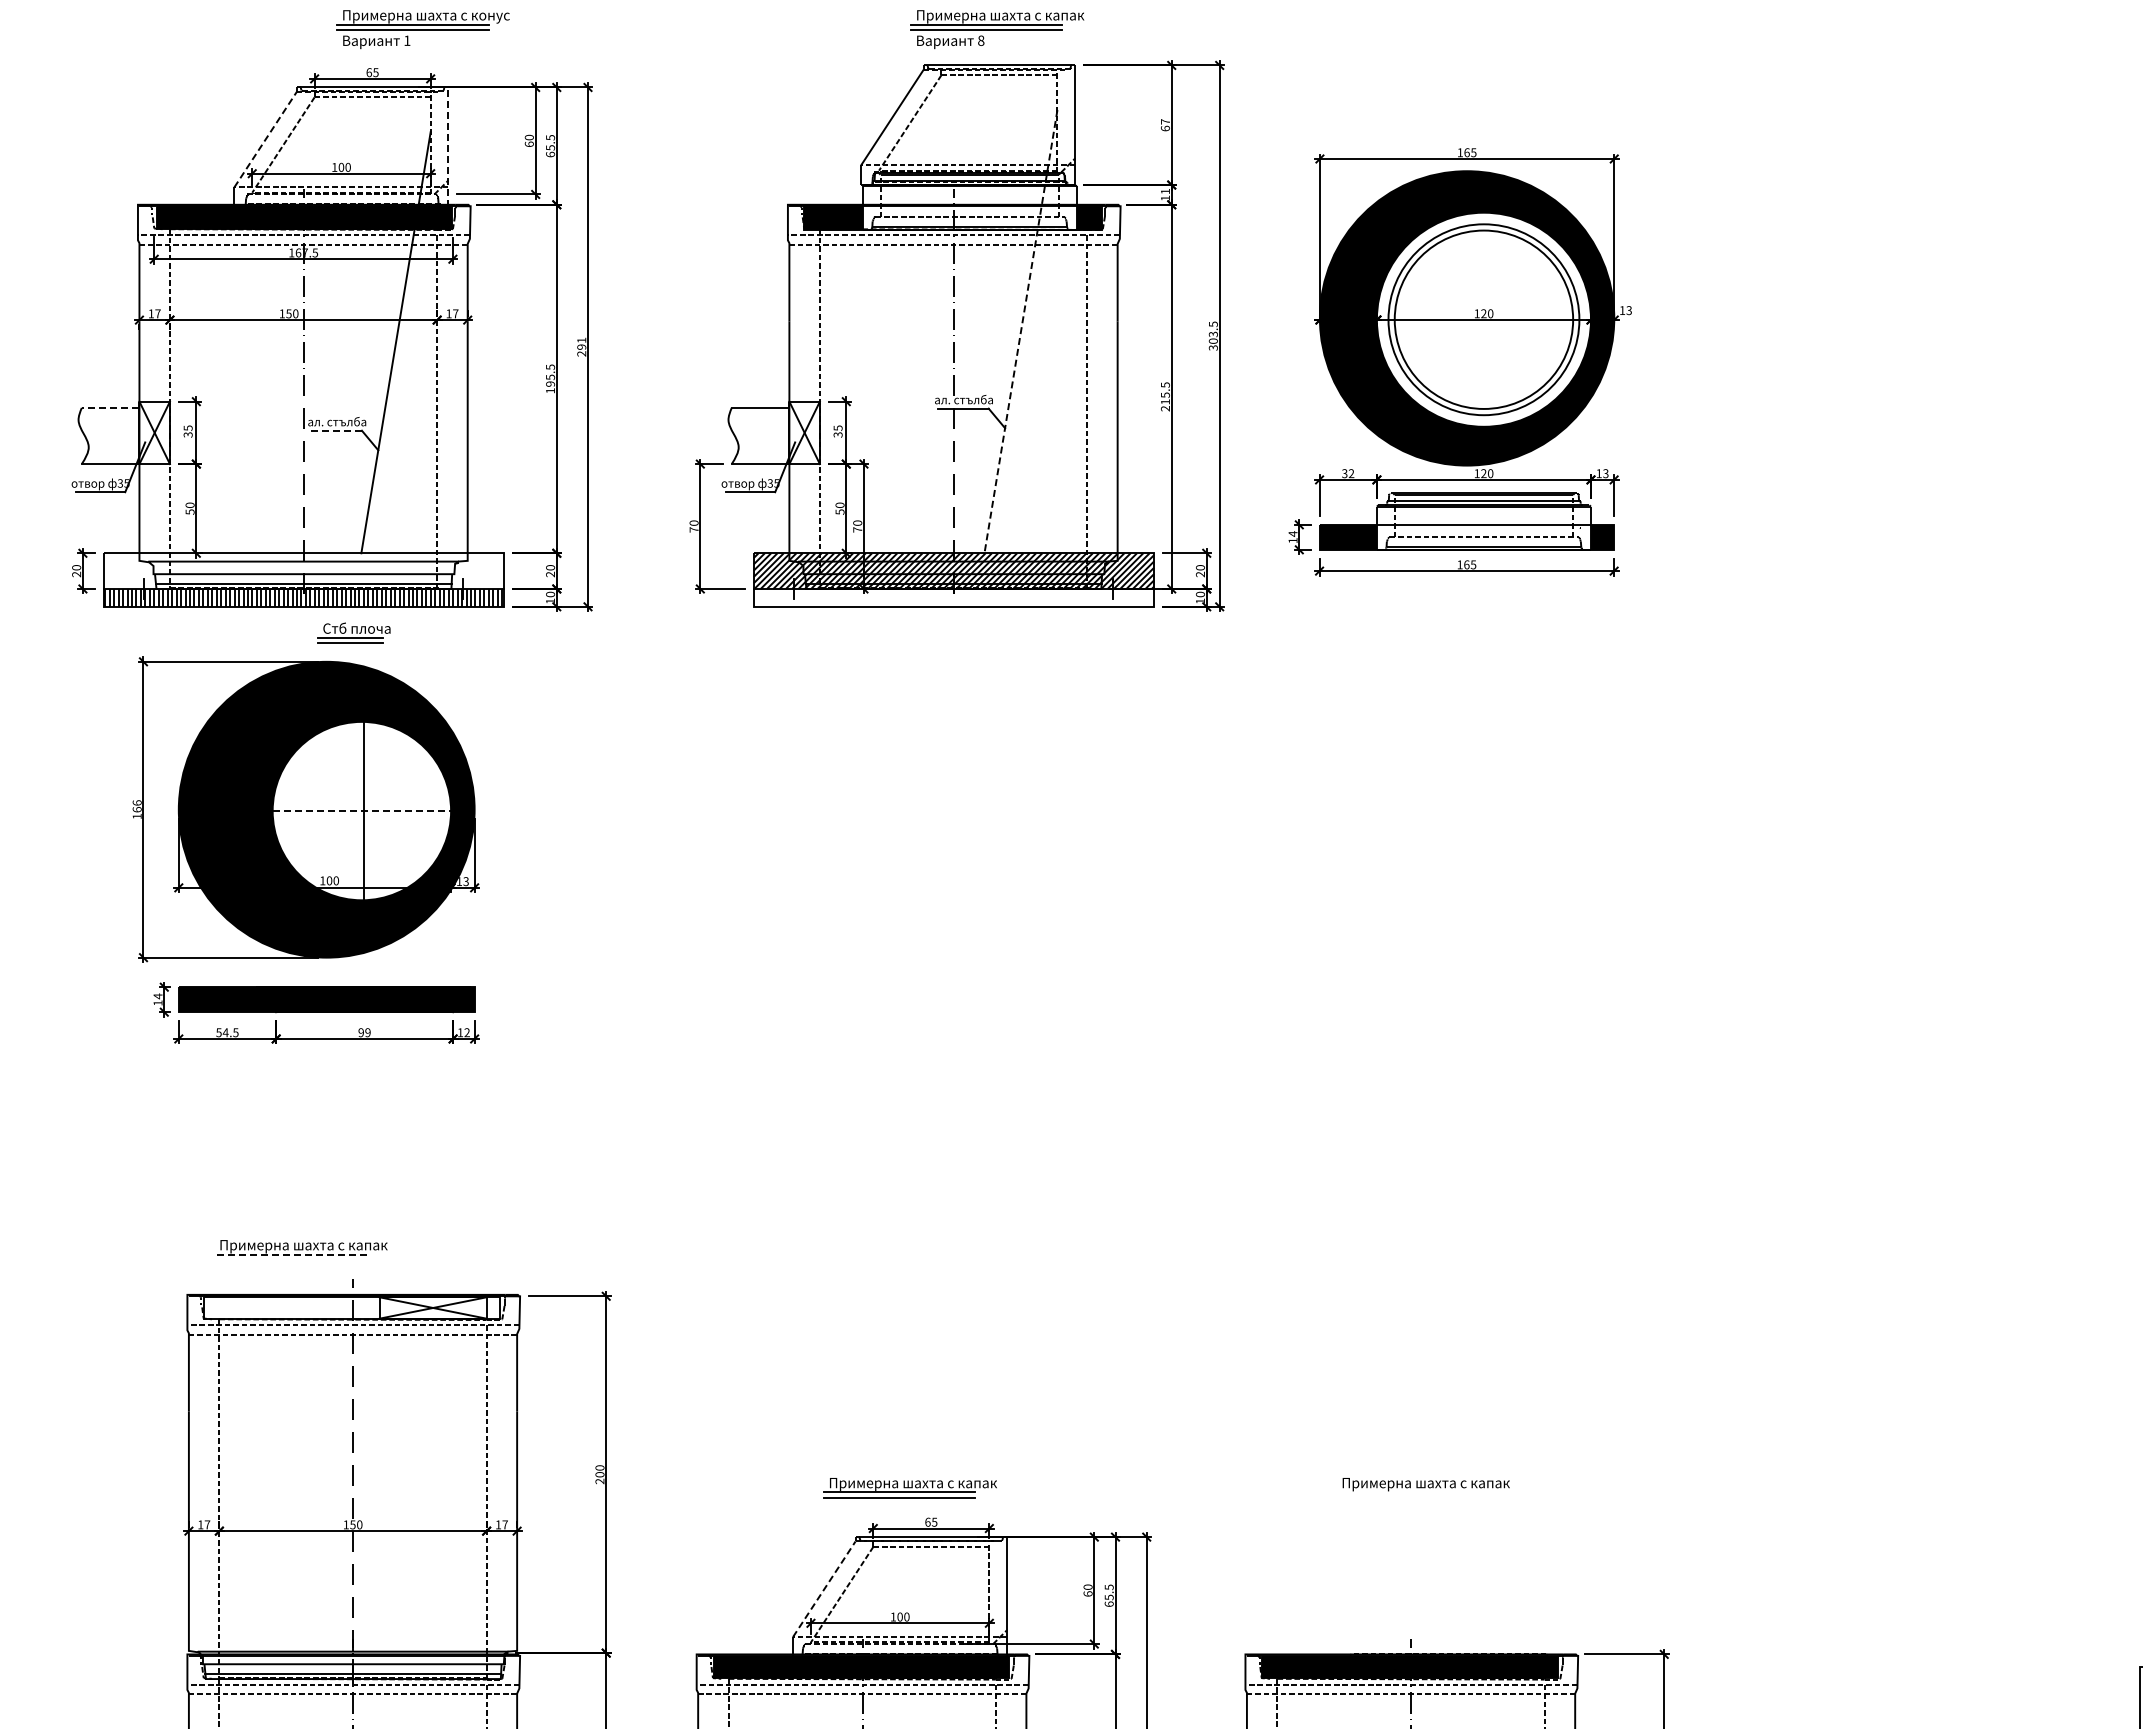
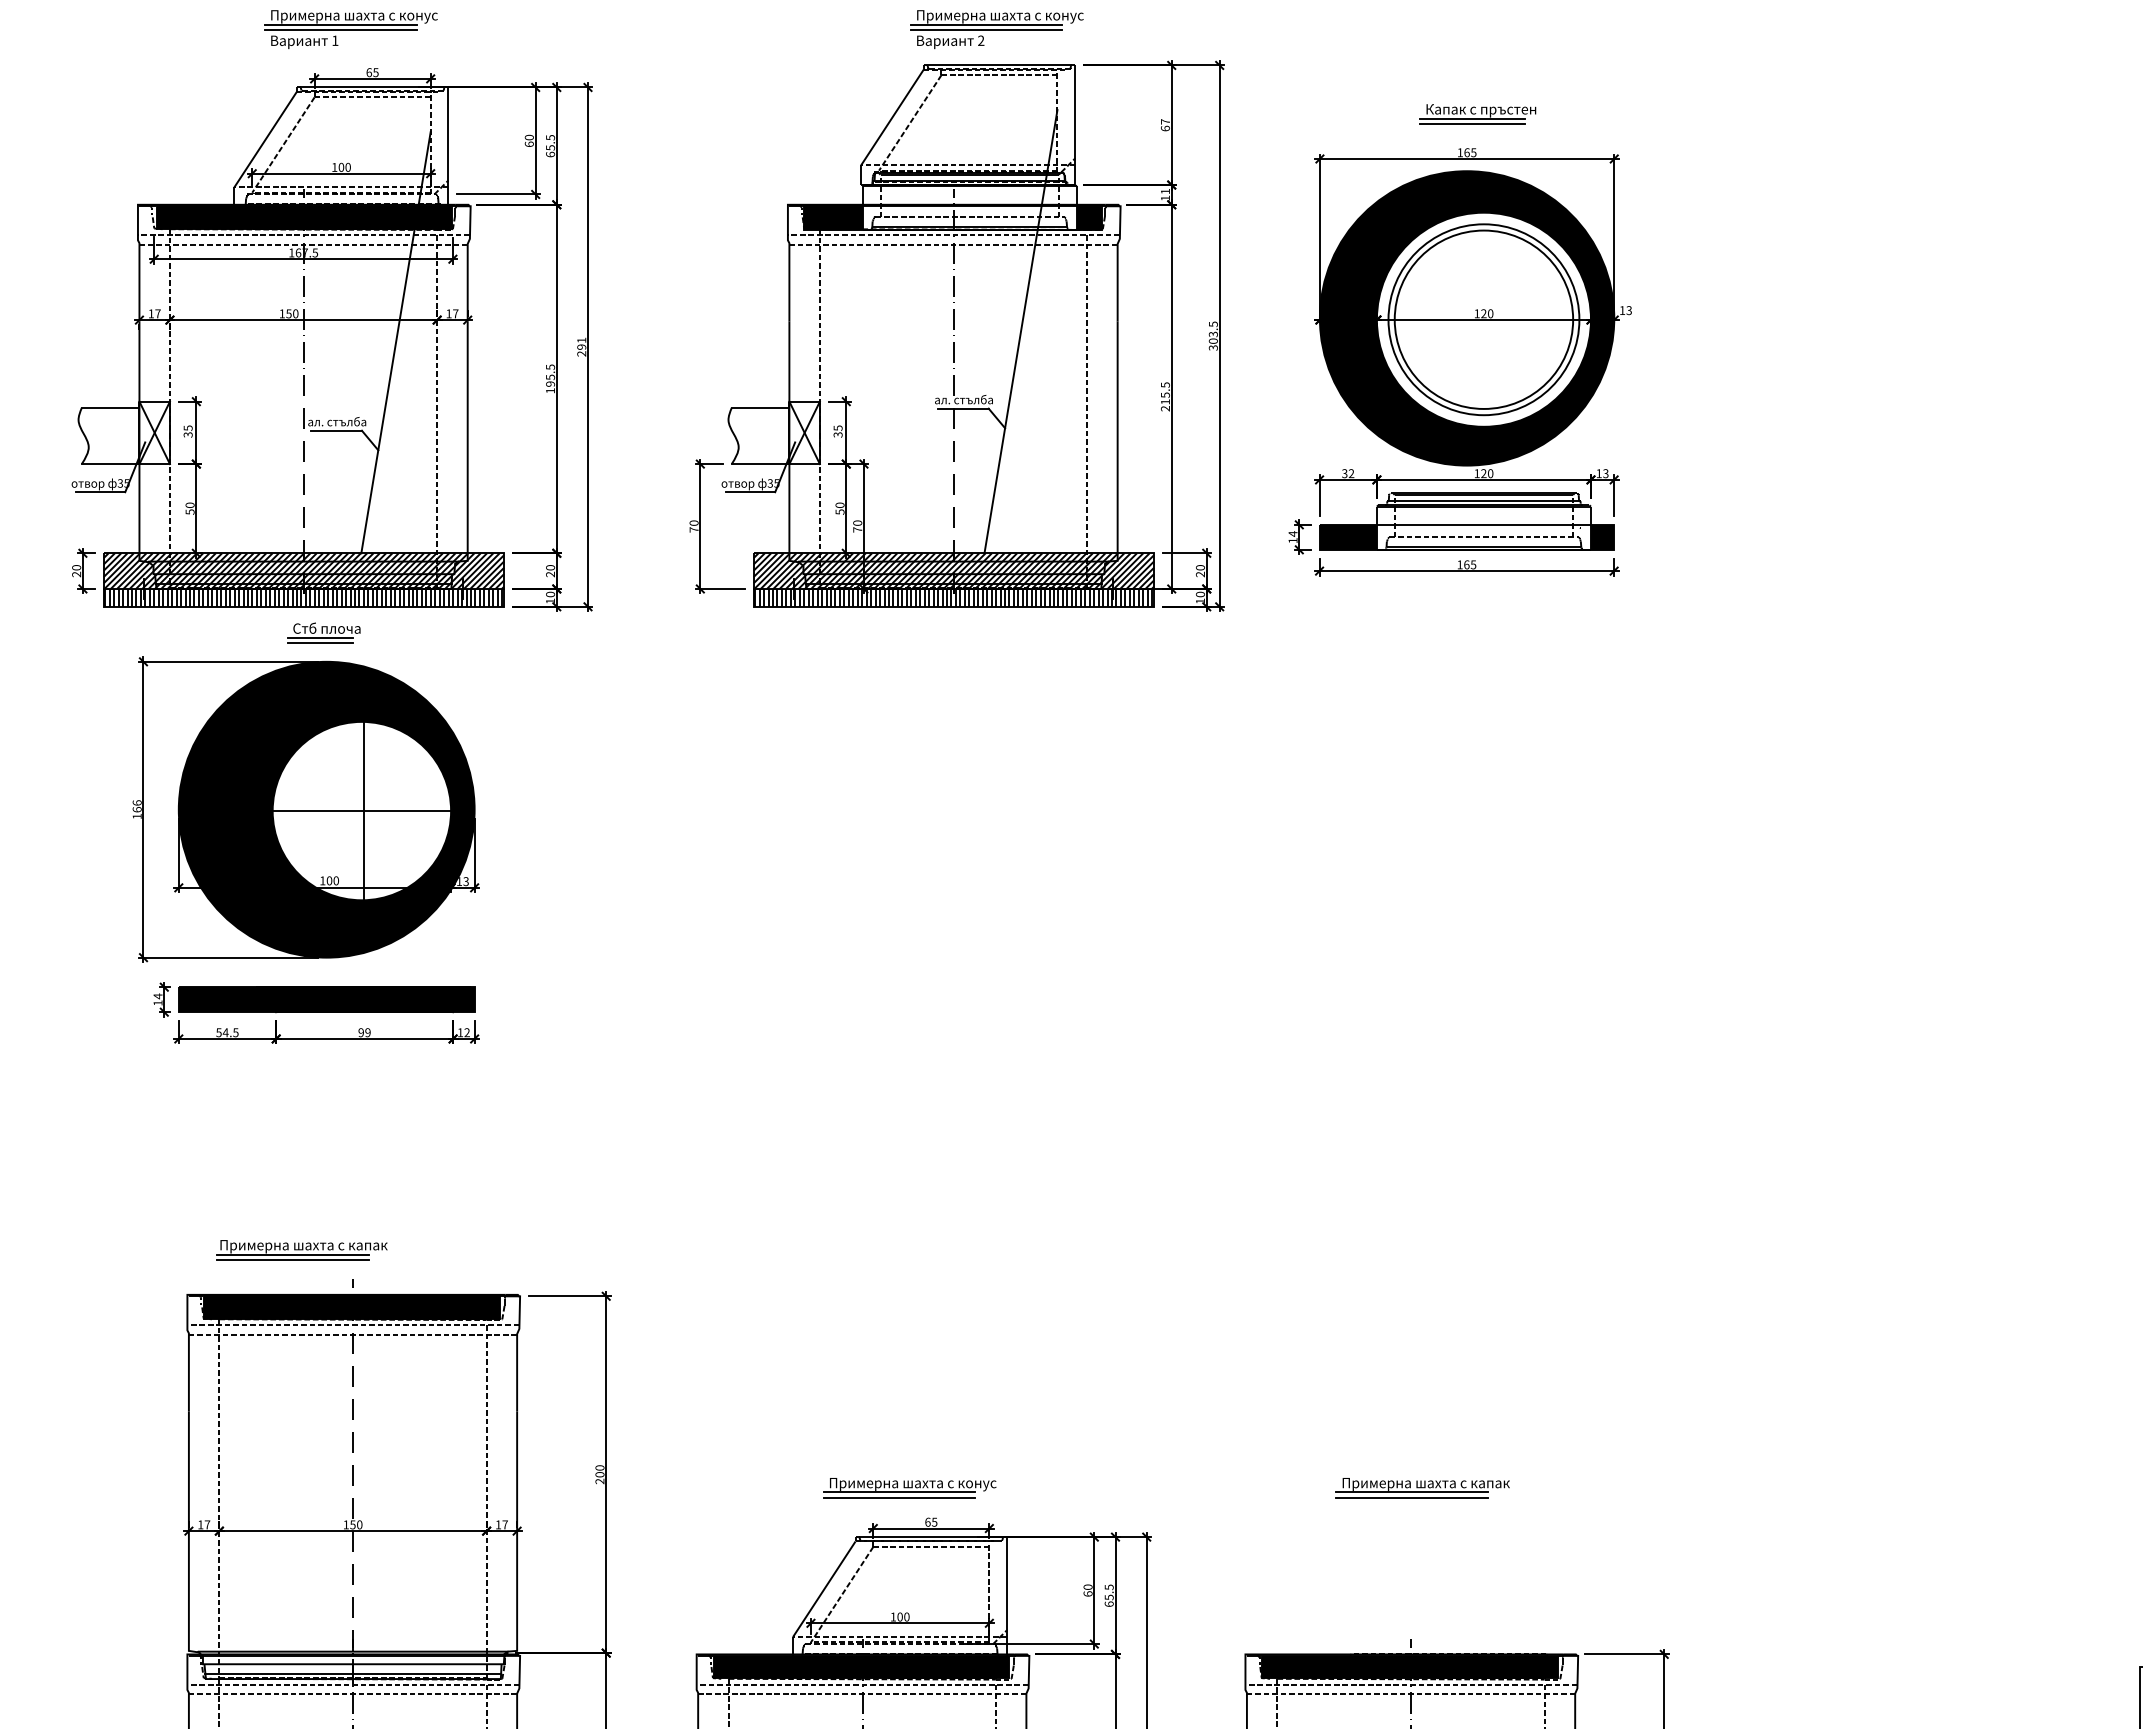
text at (1068, 17): Примерна шахта с капак -> Примерна шахта с конус
part at (422, 29) position: (422, 29) -> (350, 29)
text at (981, 40): 8 -> 2
part at (1477, 114): none -> present
line at (265, 139): dashed -> solid
line at (448, 147): dashed -> solid
line at (1020, 331): dashed -> solid
line at (110, 407): dashed -> solid
line at (336, 430): dashed -> solid
hatch at (303, 570): none -> present
hatch at (953, 597): none -> present
part at (353, 632) position: (353, 632) -> (323, 632)
line at (362, 811): dashed -> solid
line at (292, 1254): dashed -> solid
line at (292, 1259): none -> present
fill at (352, 1307): none -> present
text at (981, 1485): Примерна шахта с капак -> Примерна шахта с конус
line at (1412, 1492): none -> present
line at (1412, 1497): none -> present
line at (824, 1588): dashed -> solid
